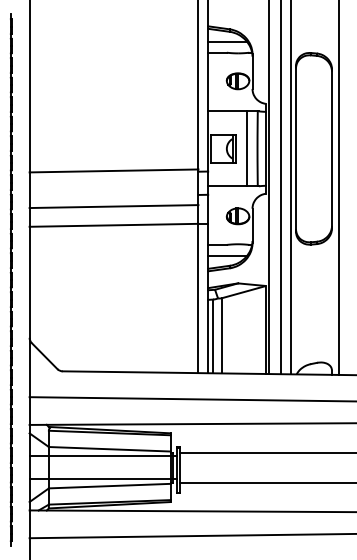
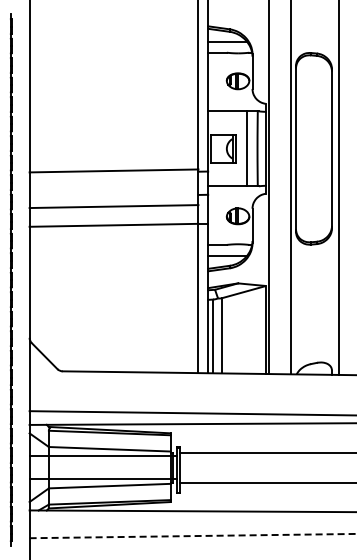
line at (281, 188): present -> none
line at (191, 399) position: (191, 399) -> (191, 413)
line at (193, 536): solid -> dashed
